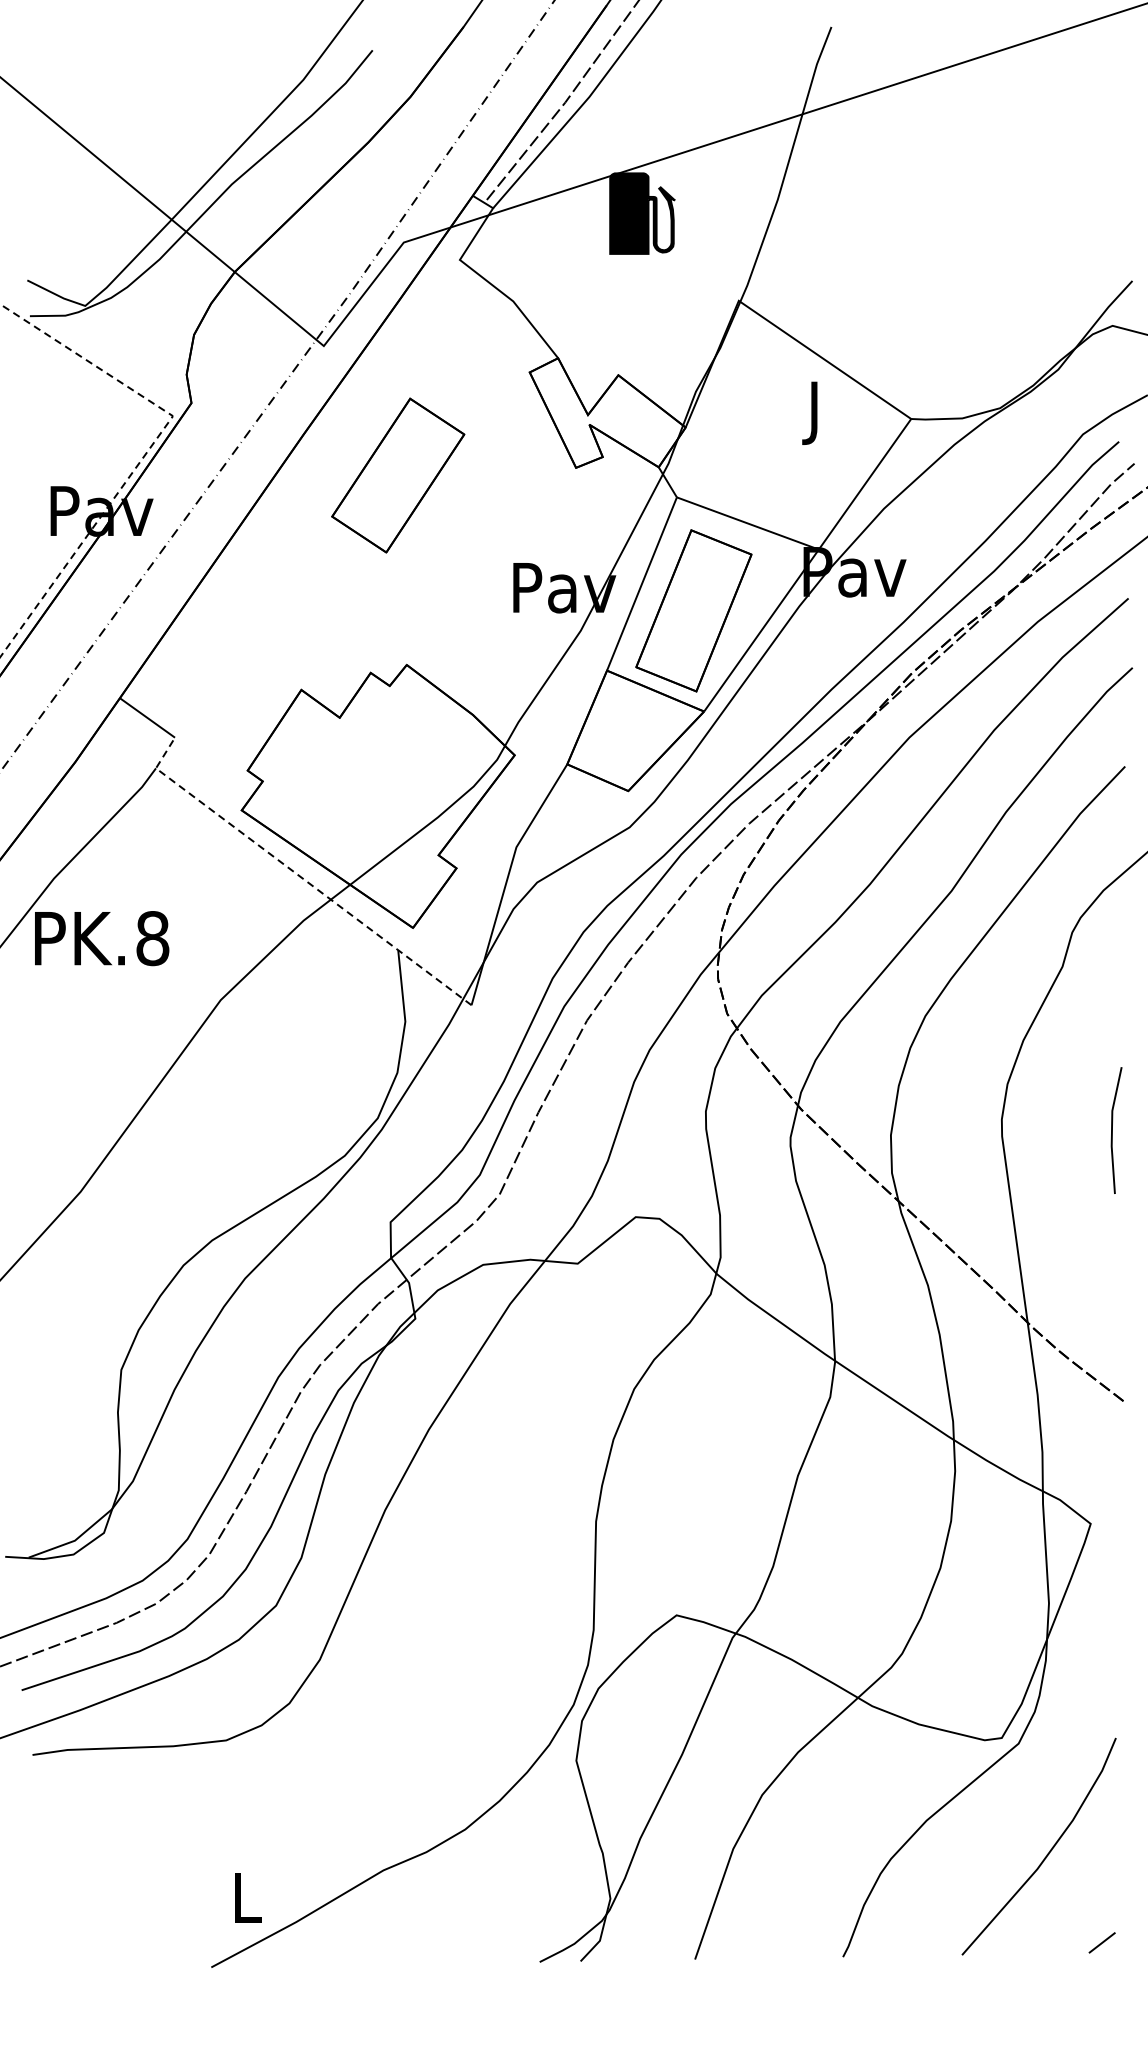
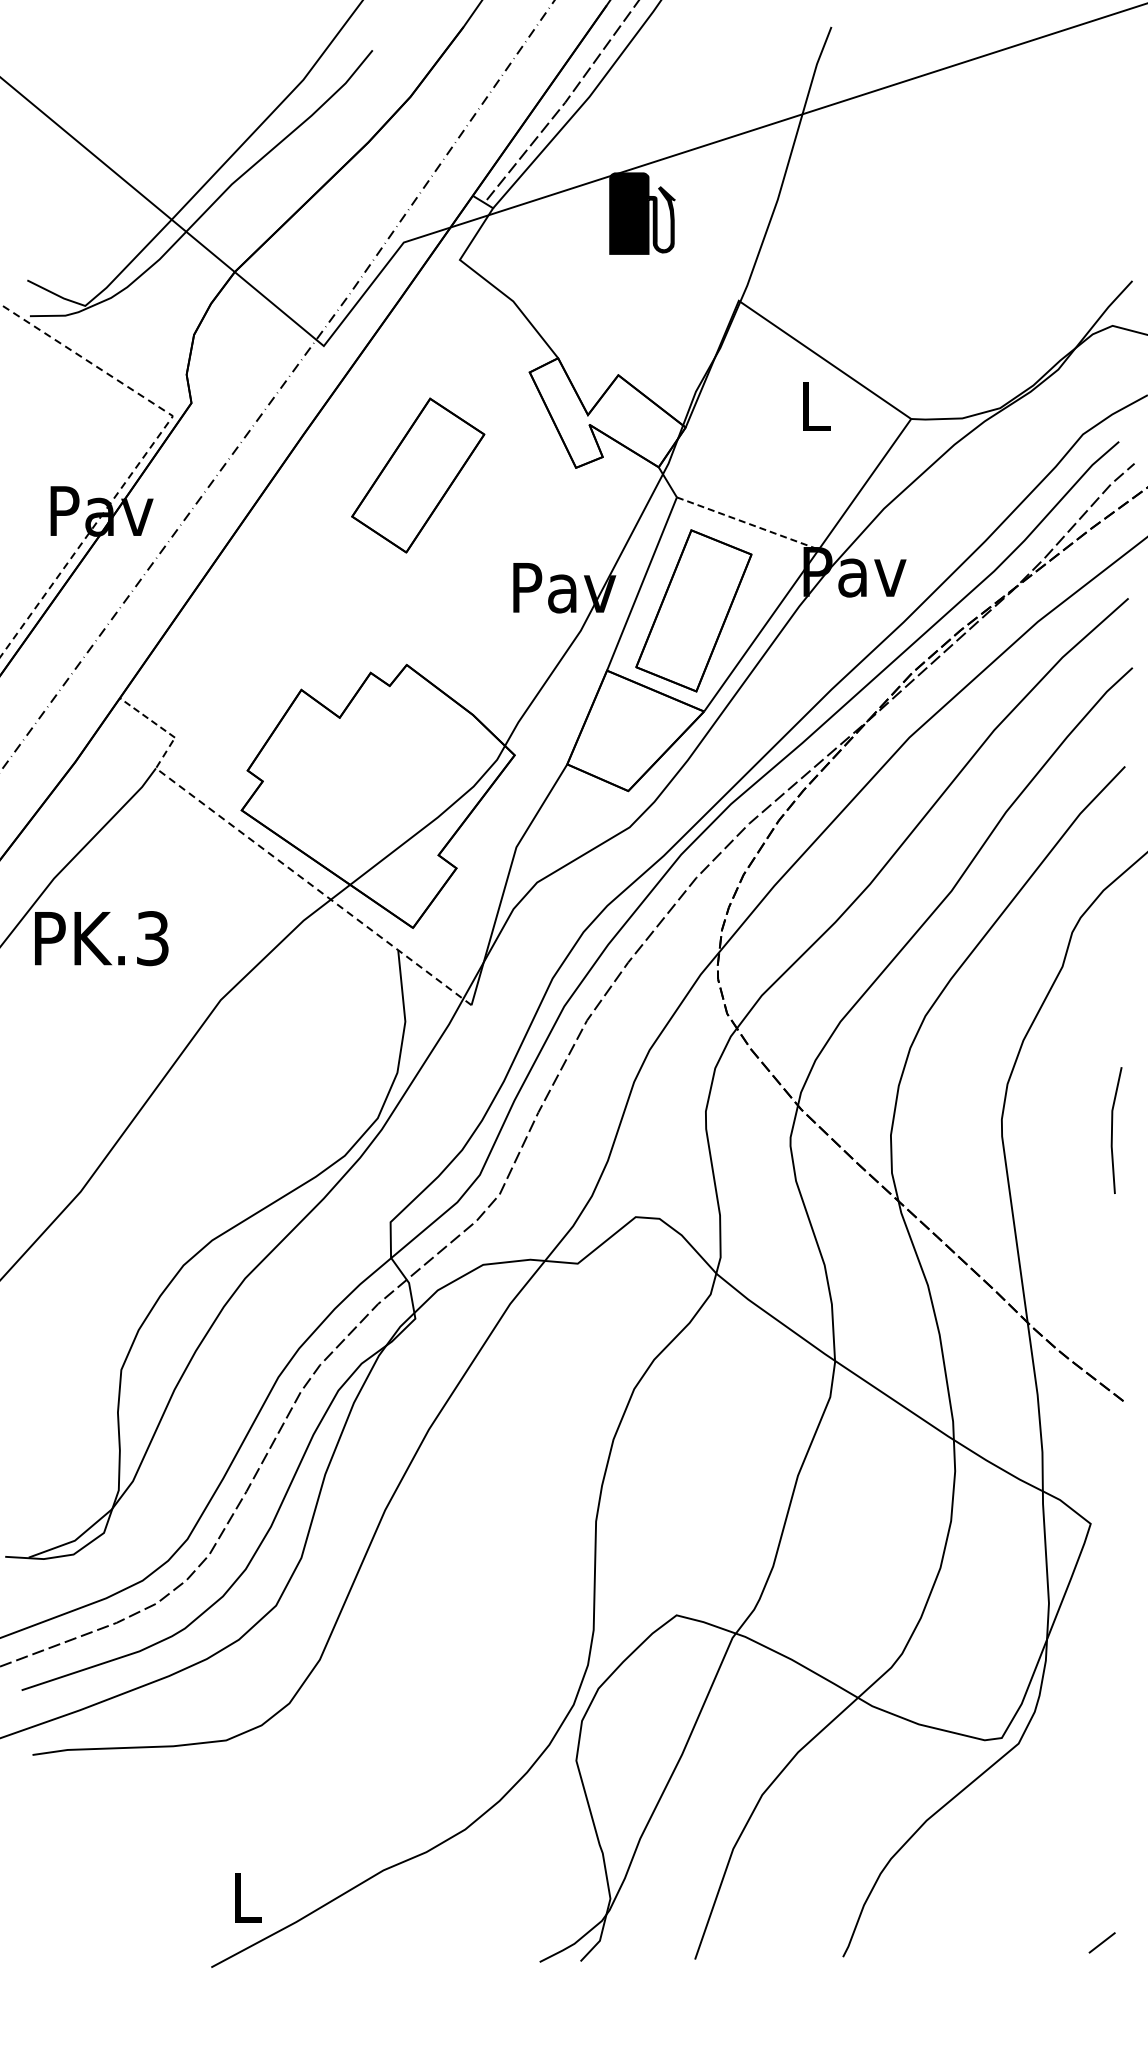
text at (816, 412): J -> L
part at (398, 475) position: (398, 475) -> (418, 475)
line at (747, 523): solid -> dashed
line at (147, 717): solid -> dashed
text at (152, 938): PK.8 -> PK.3
line at (1046, 1854): present -> none
